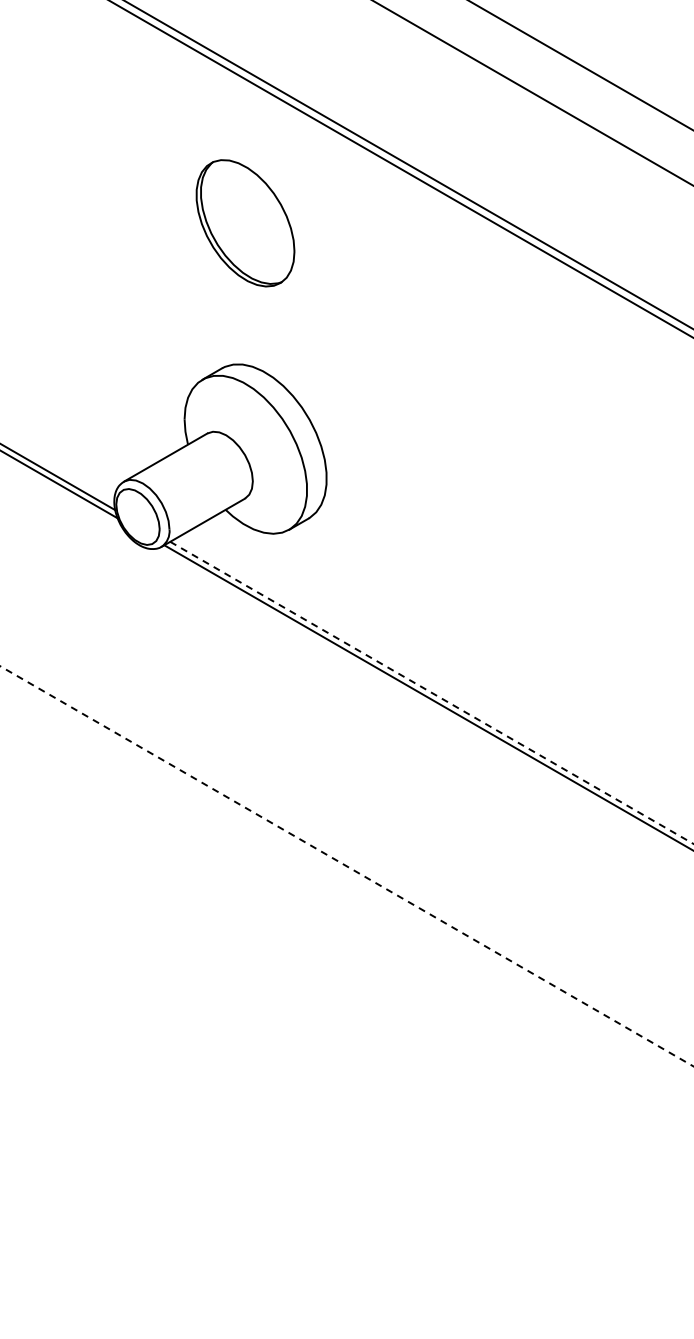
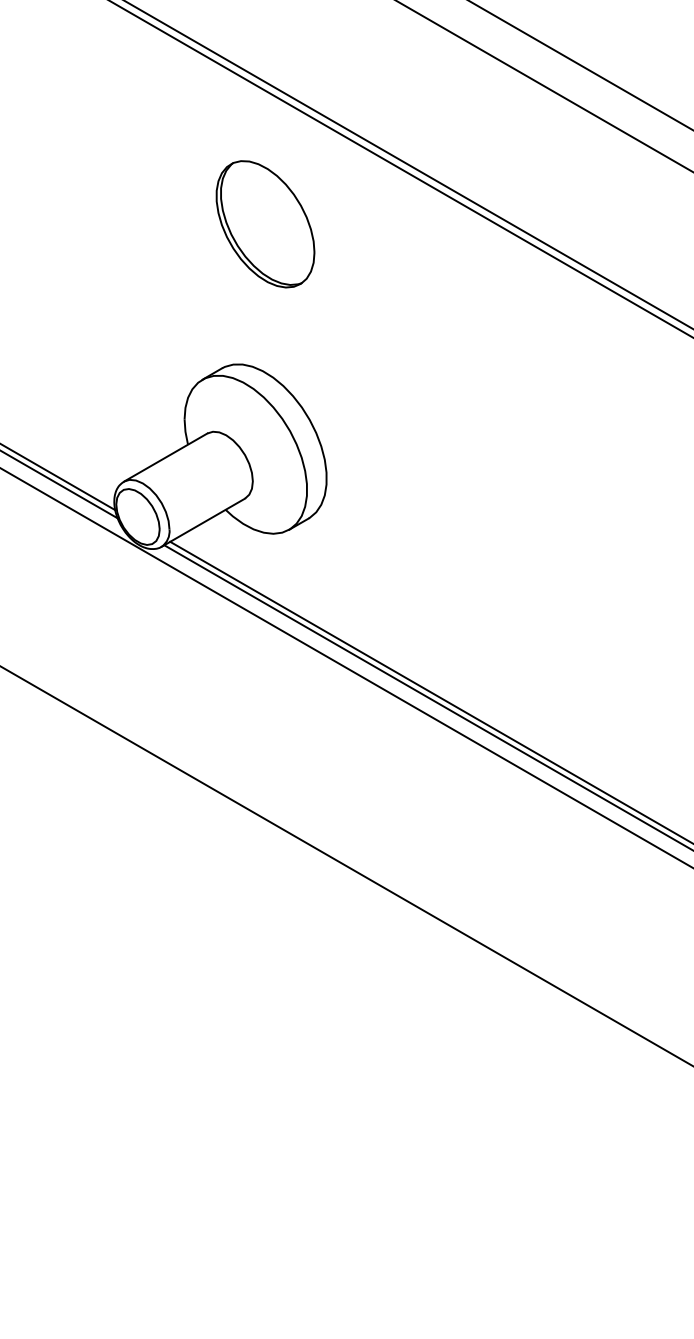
line at (532, 93) position: (532, 93) -> (544, 86)
part at (245, 223) position: (245, 223) -> (265, 224)
line at (346, 667): none -> present
line at (432, 693): dashed -> solid
line at (347, 866): dashed -> solid
